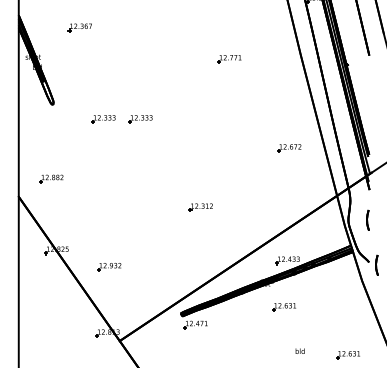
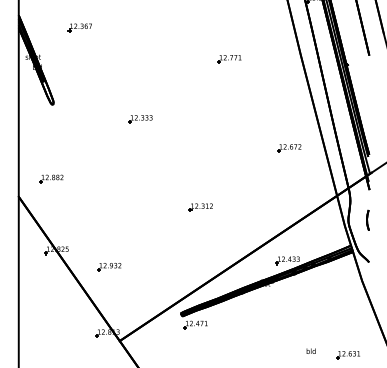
part at (103, 119): present -> none
line at (376, 264): present -> none
part at (283, 307): present -> none
text at (299, 350) position: (299, 350) -> (310, 350)
